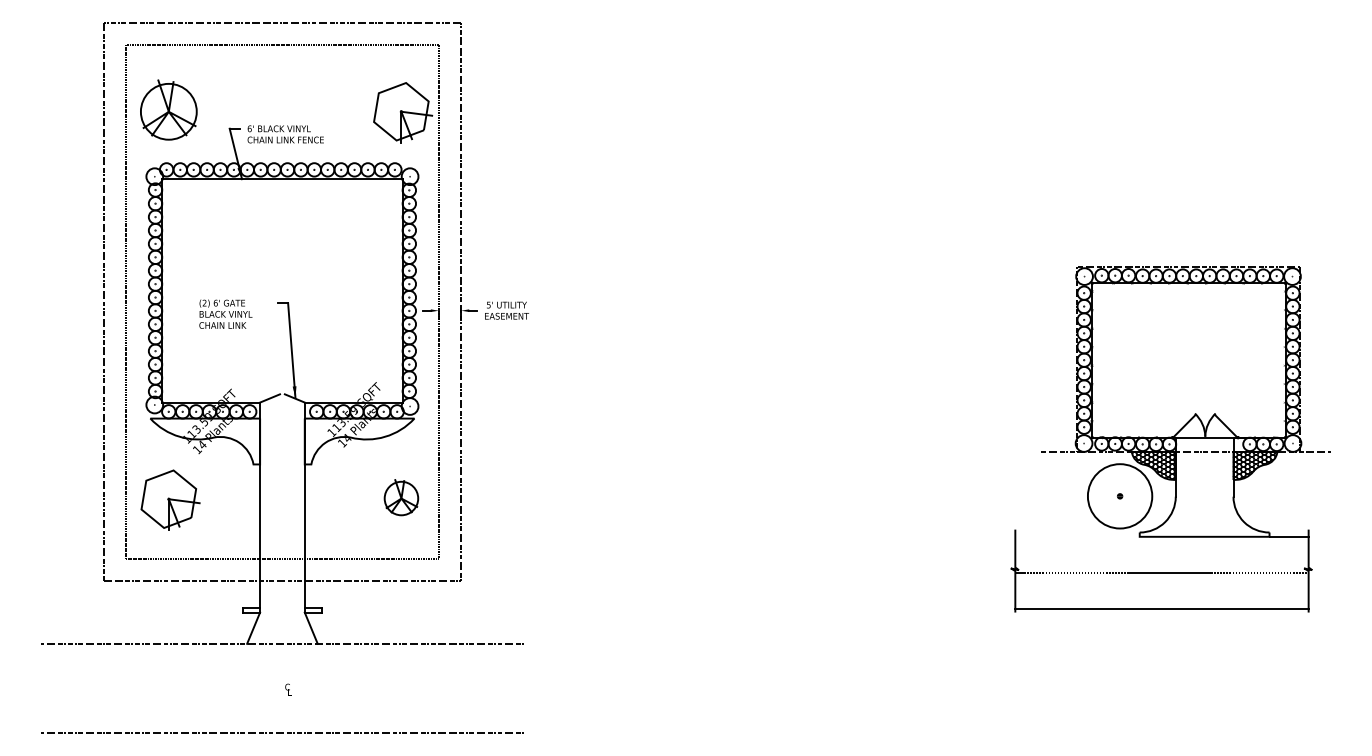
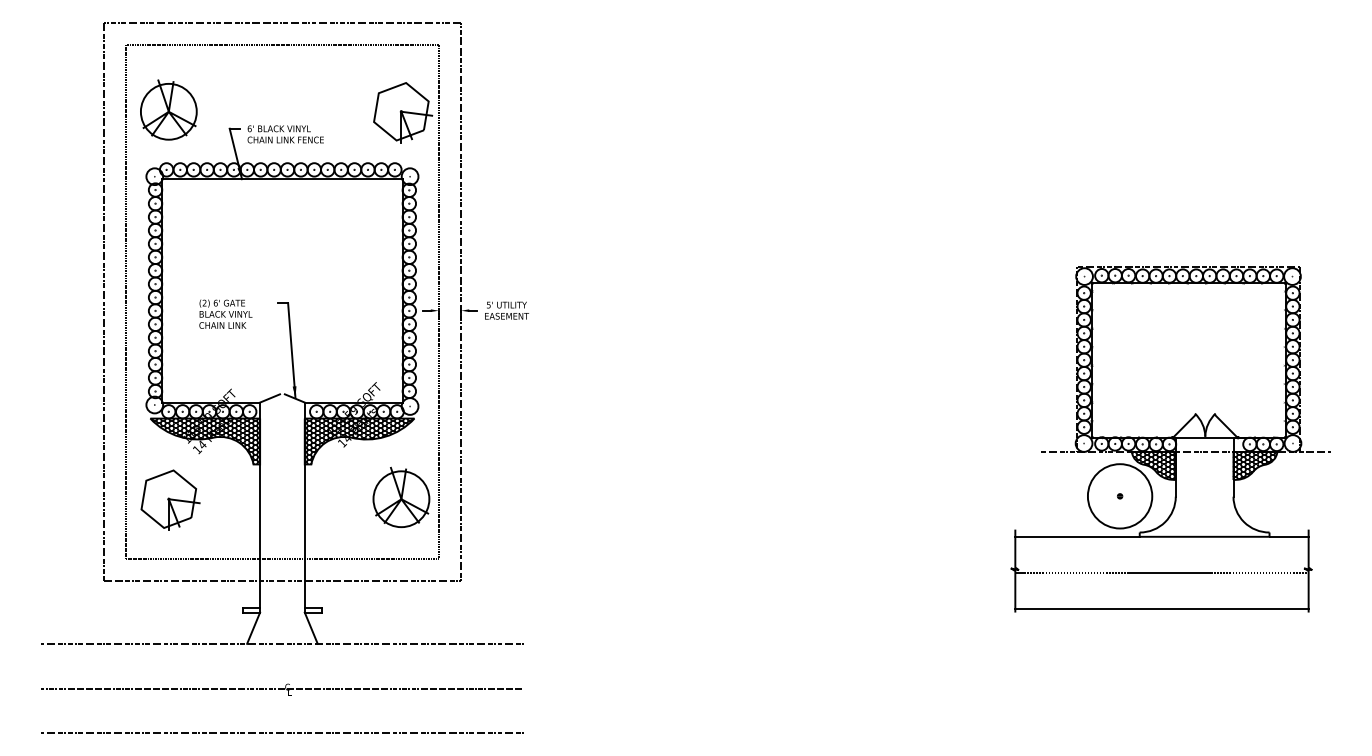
hatch at (206, 441): none -> present
hatch at (358, 441): none -> present
part at (401, 497) size: 37x38 px -> 59x63 px
line at (1077, 536): none -> present
line at (282, 688): none -> present
